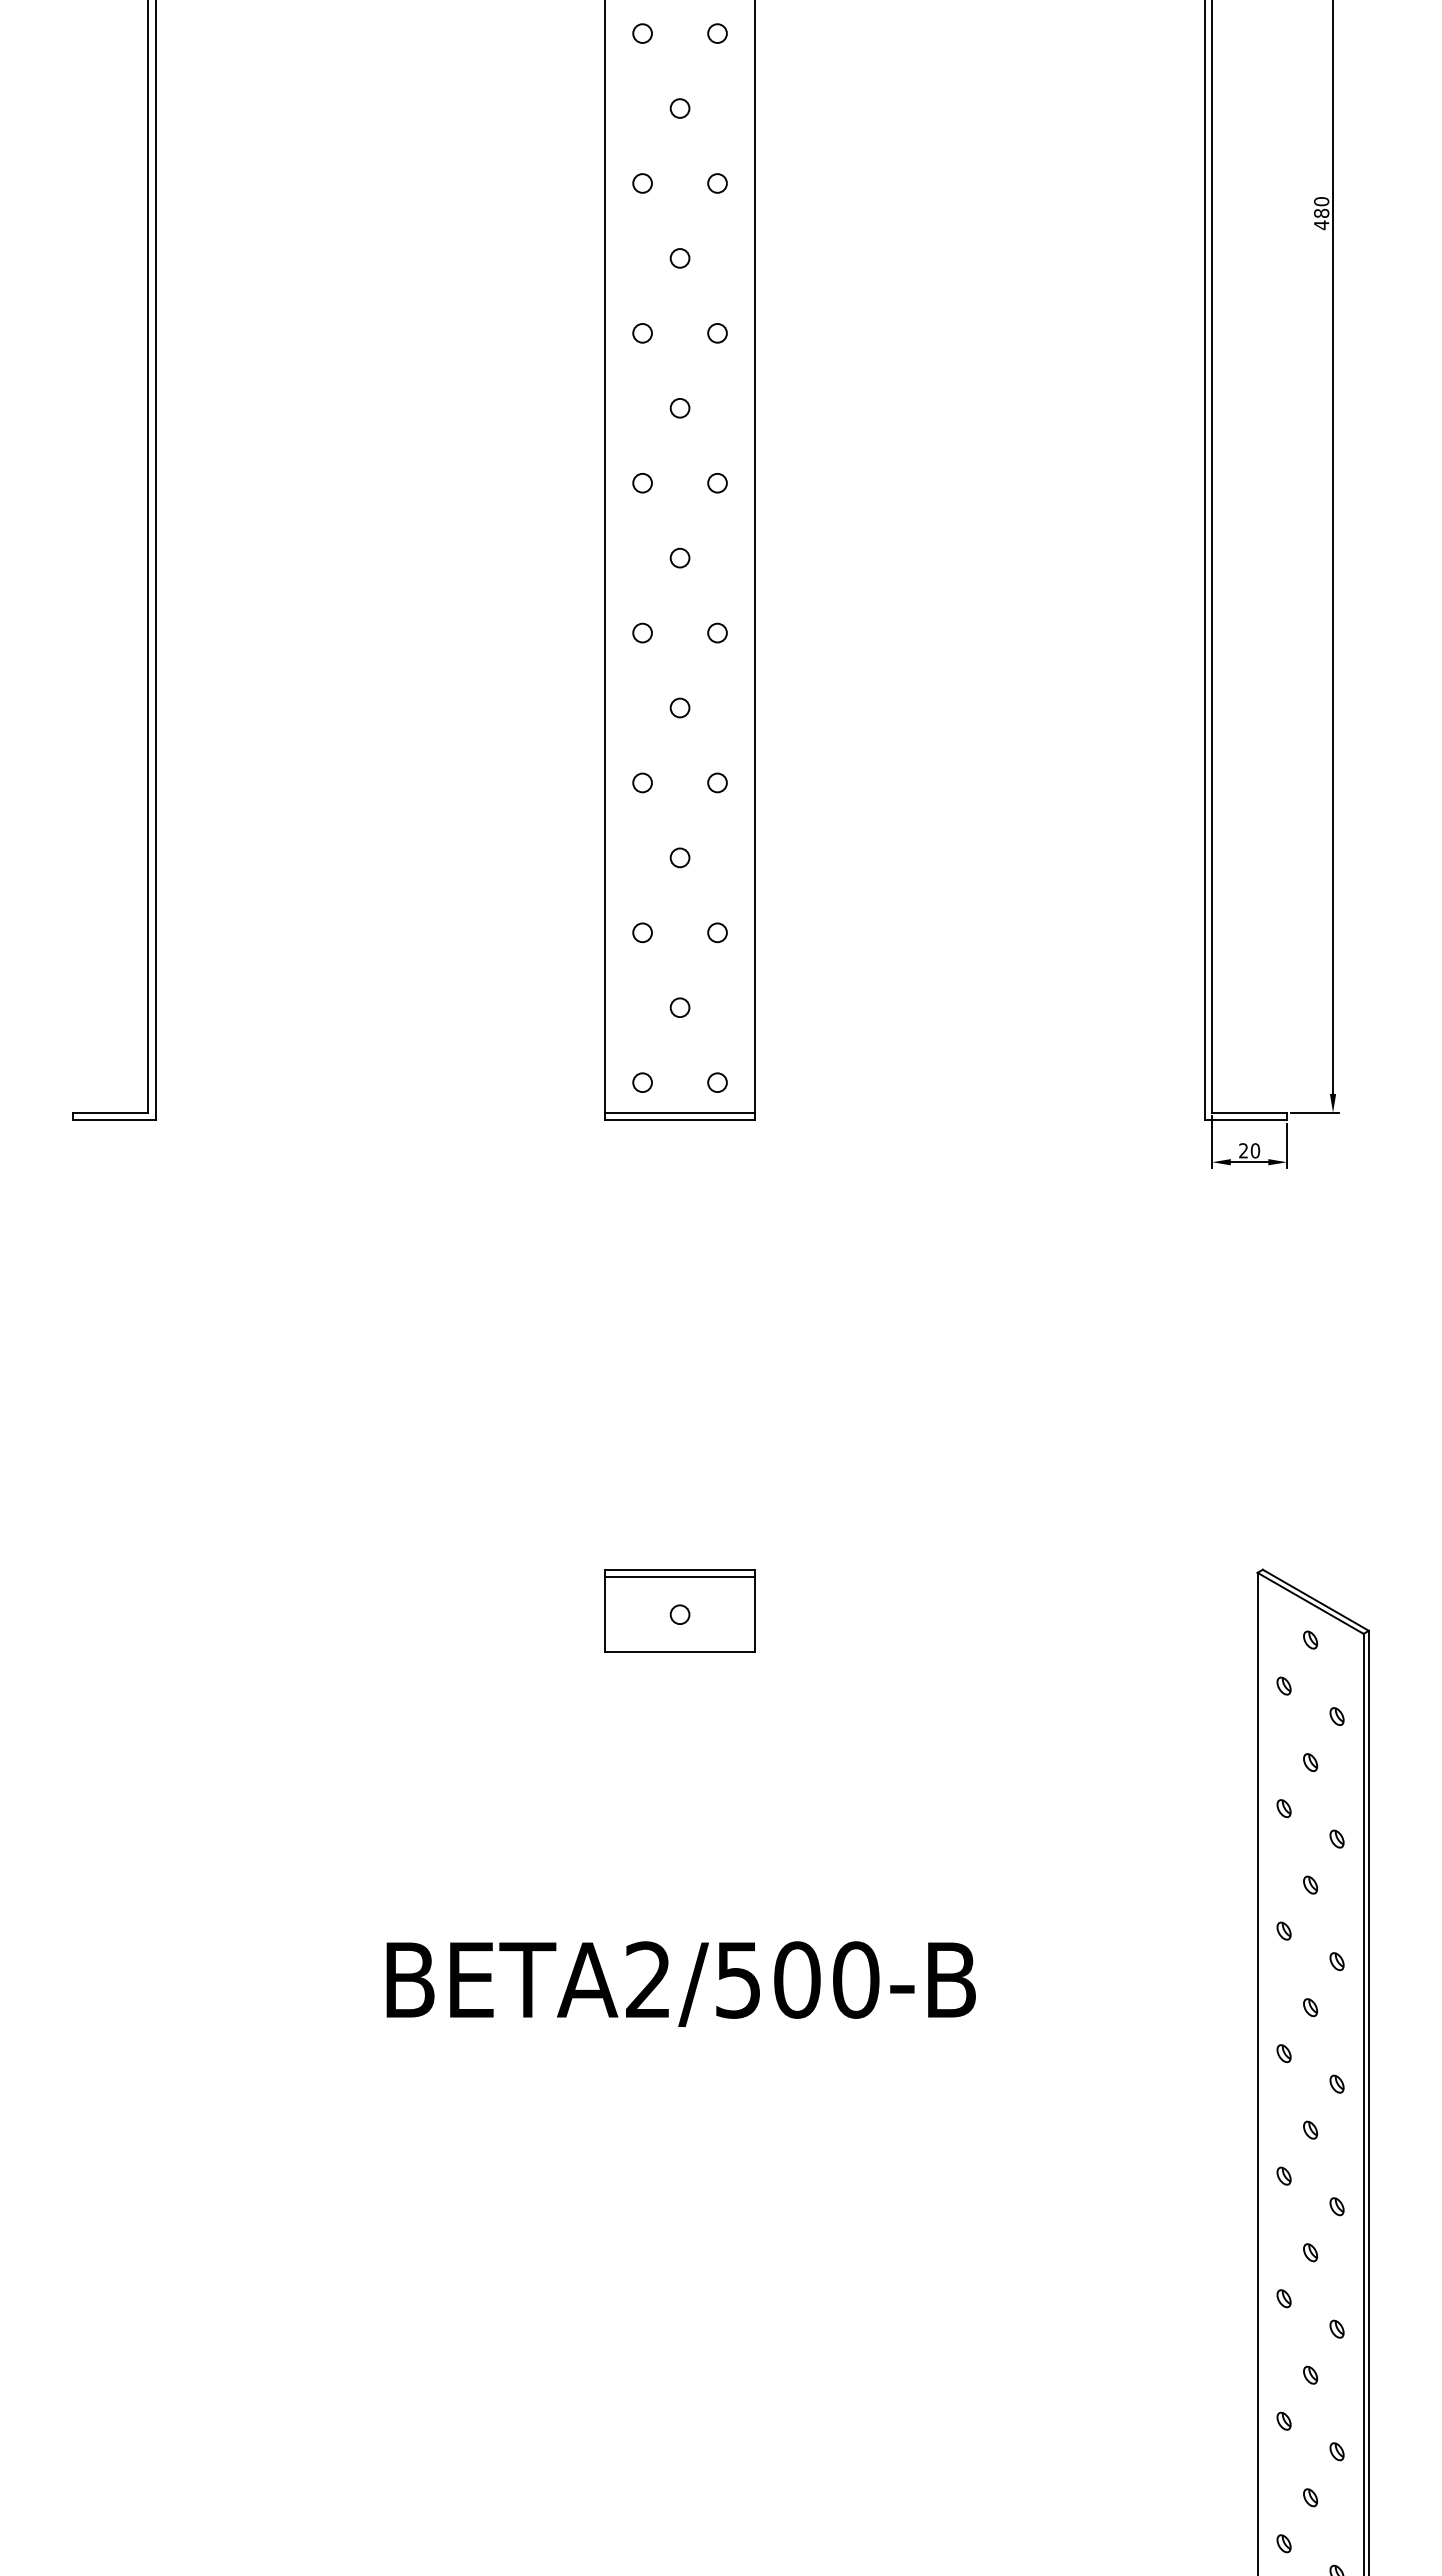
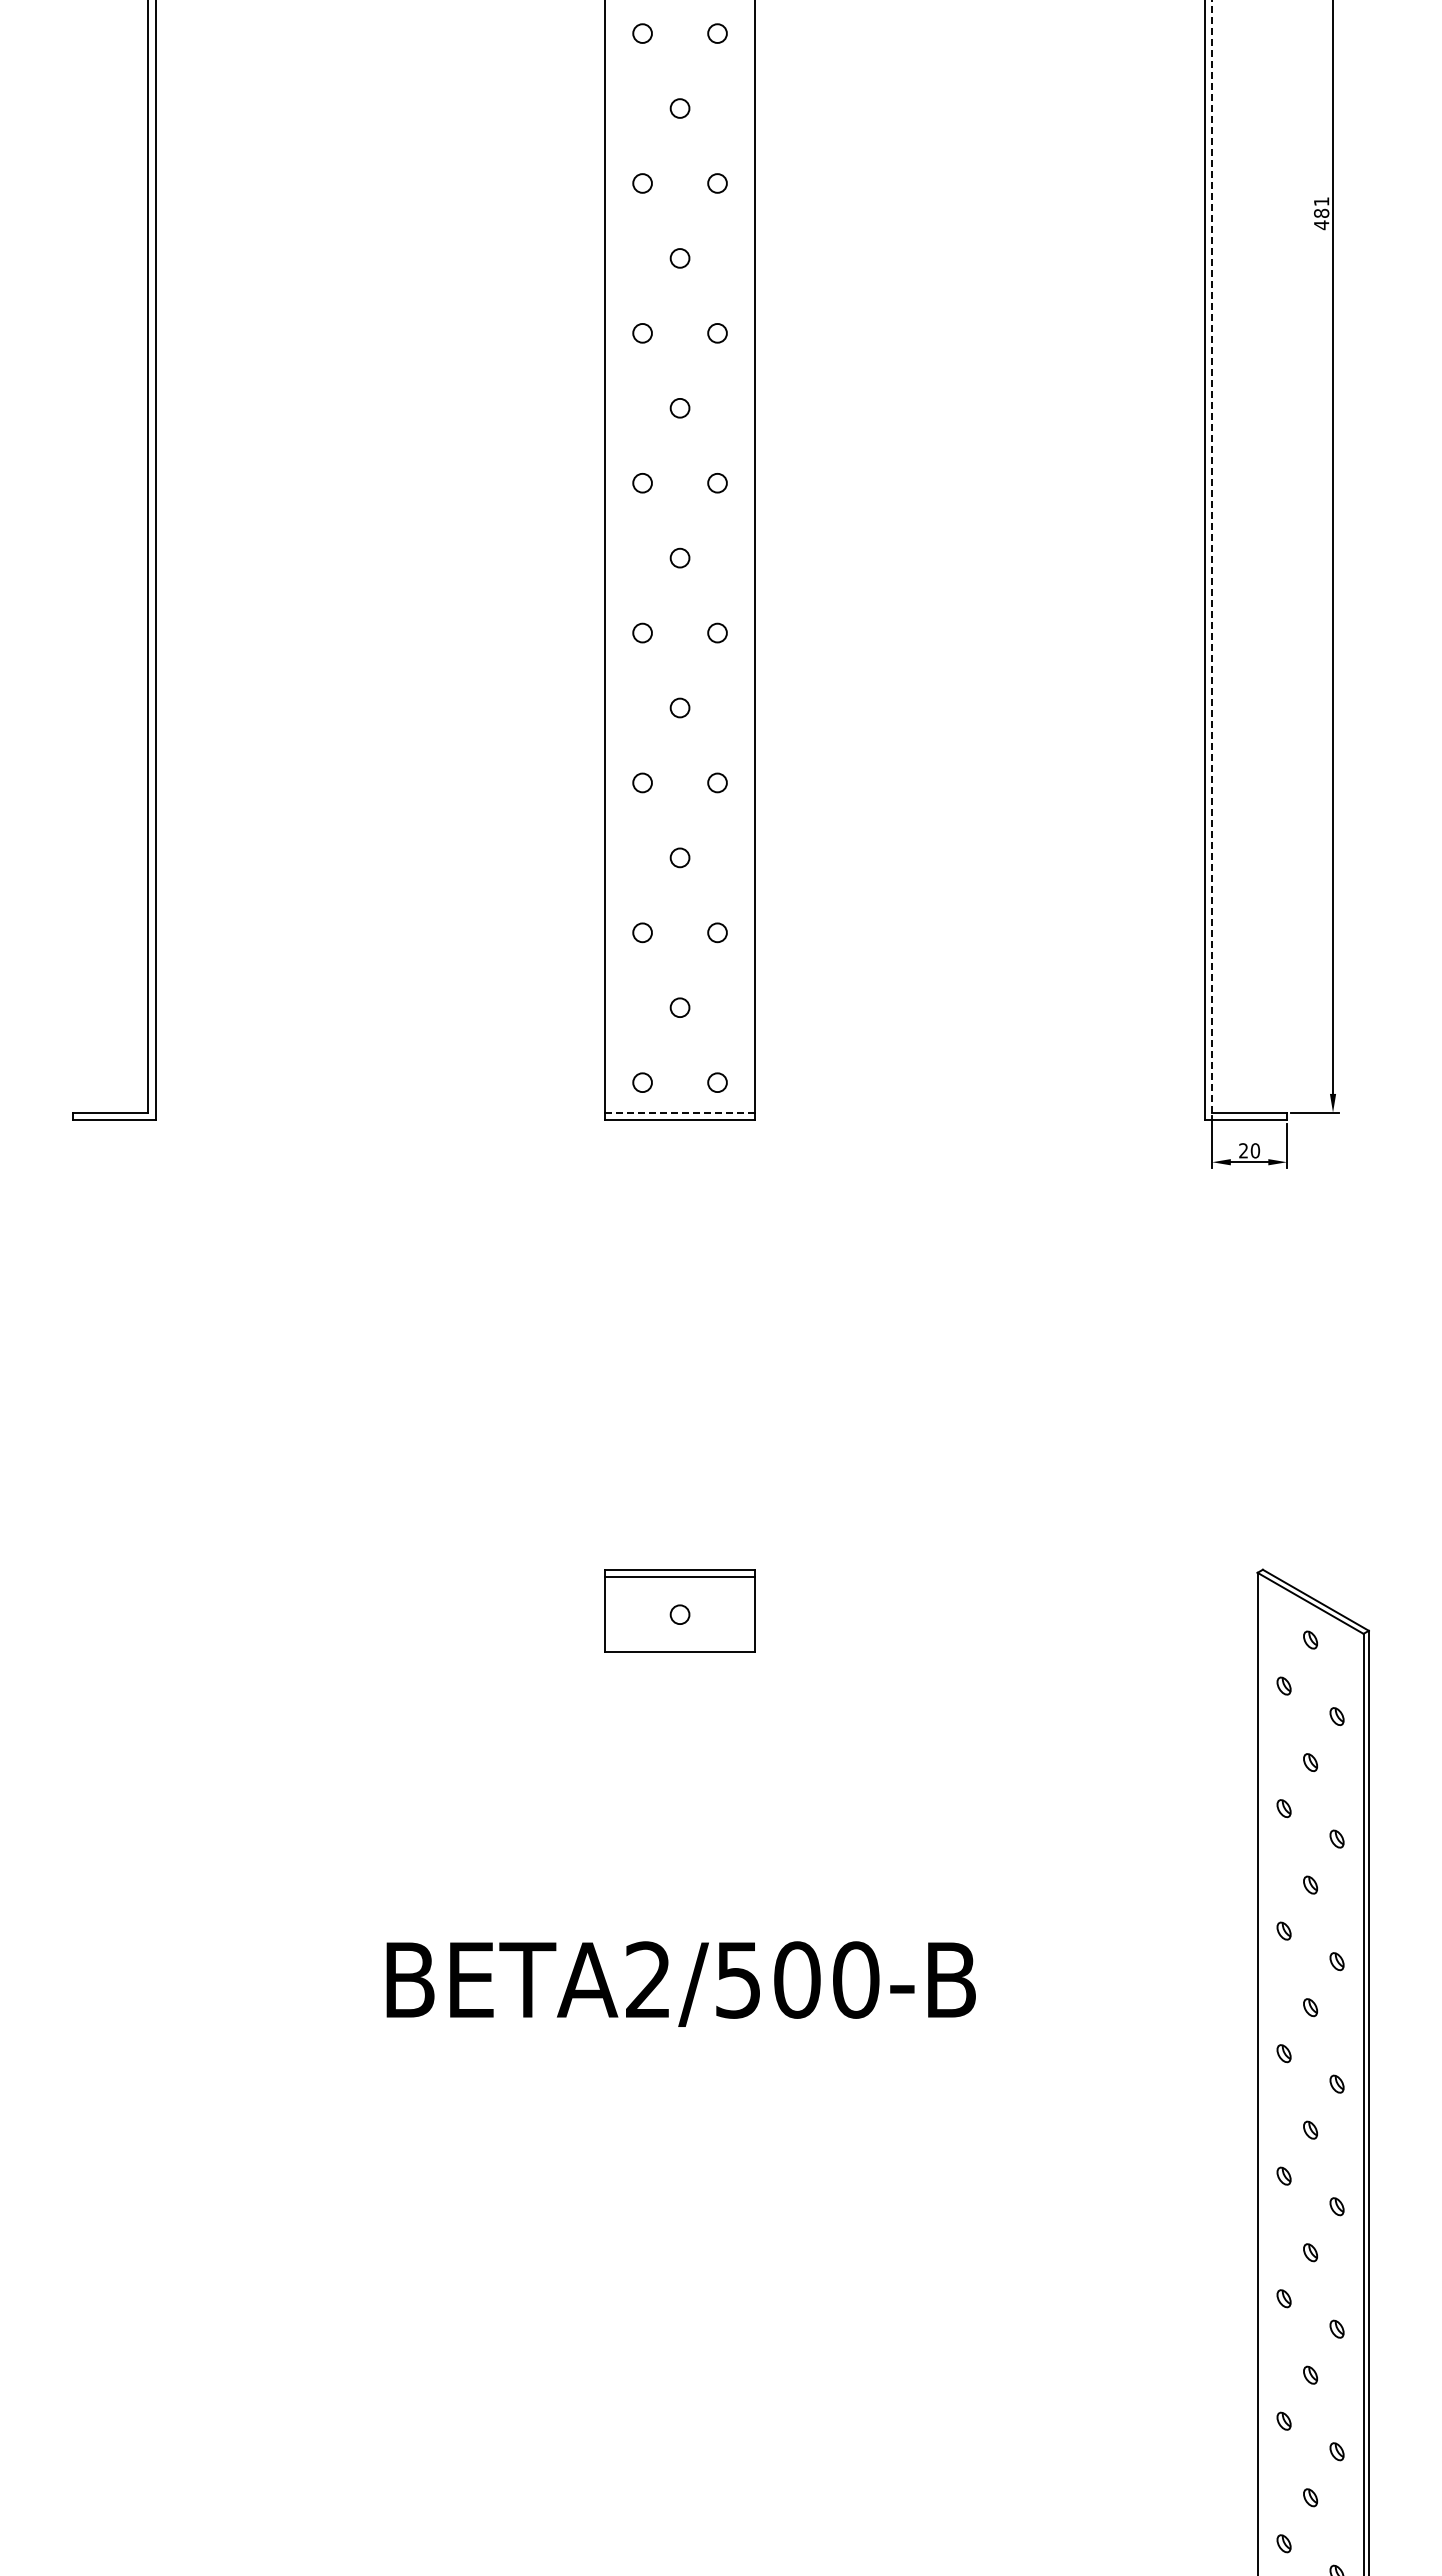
text at (1321, 201): 480 -> 481
line at (1212, 555): solid -> dashed
line at (680, 1112): solid -> dashed
